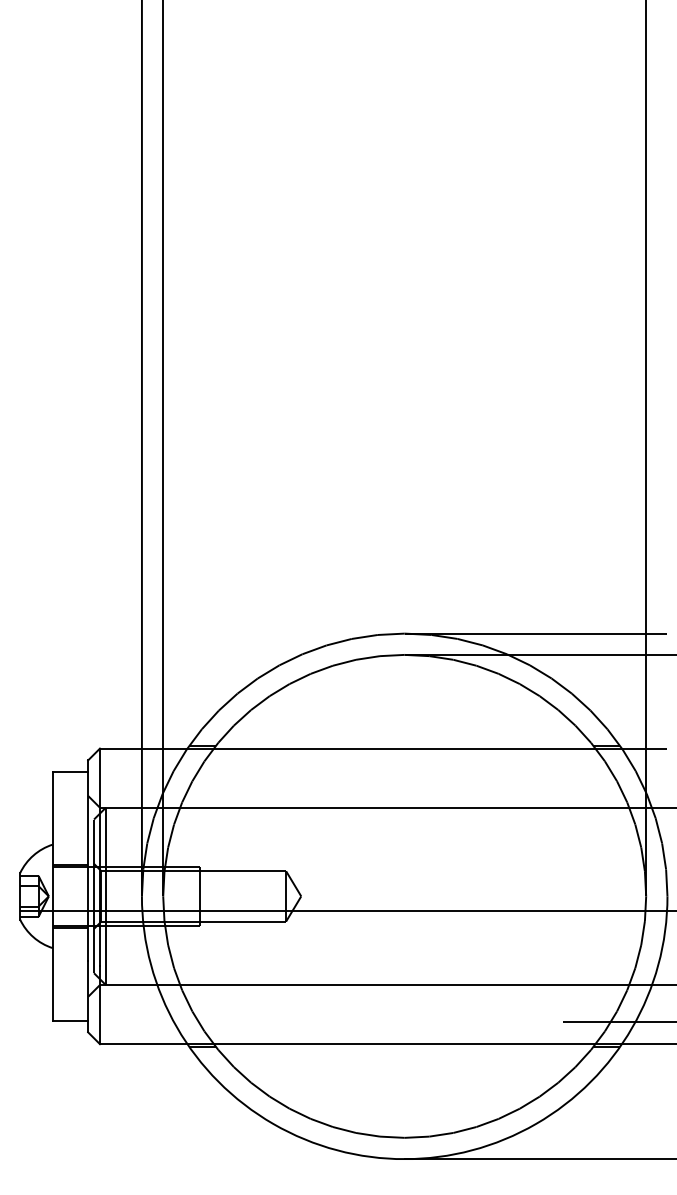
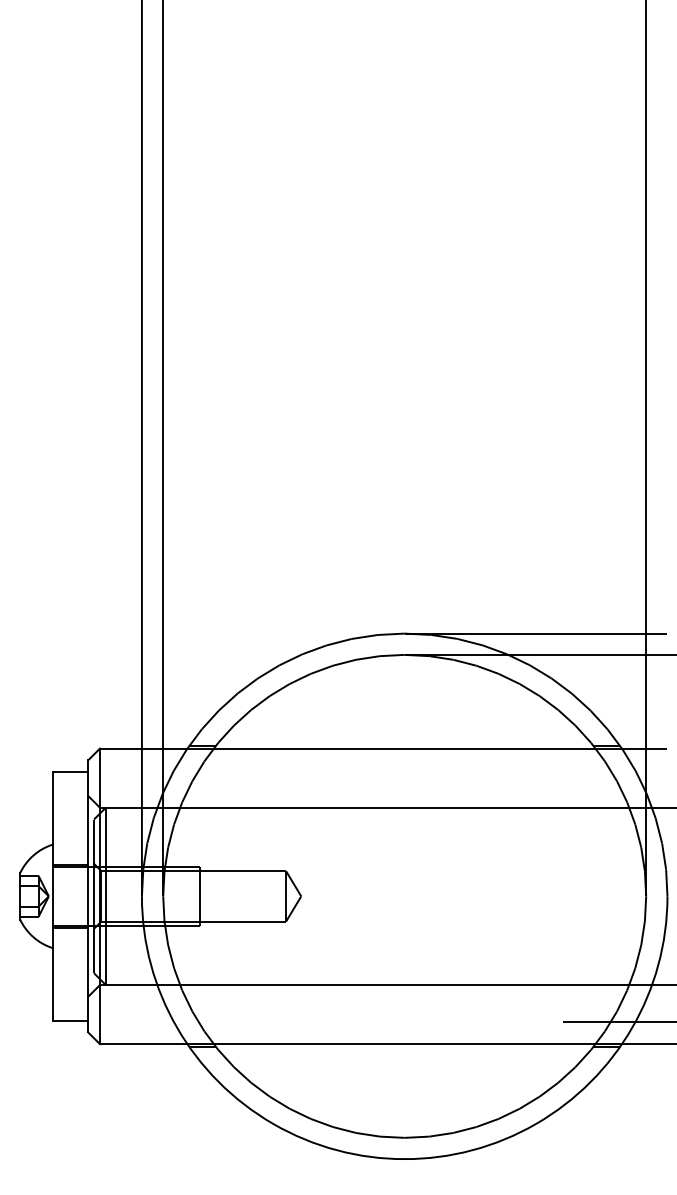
line at (346, 911): present -> none
line at (538, 1159): present -> none
